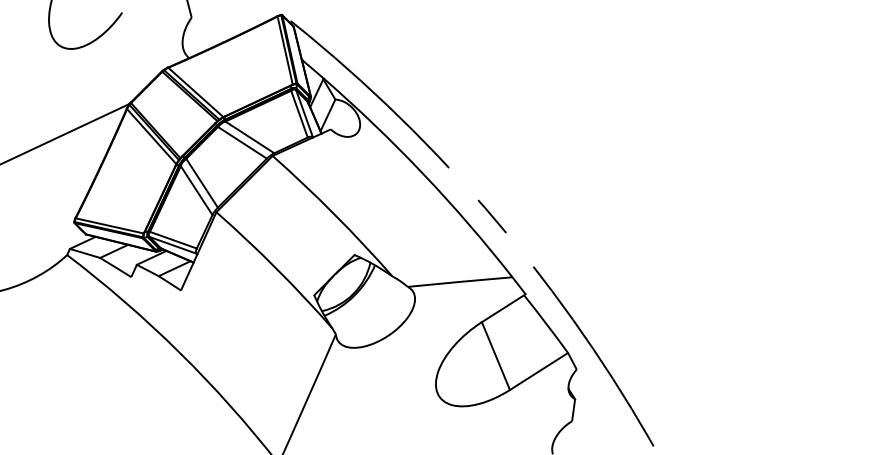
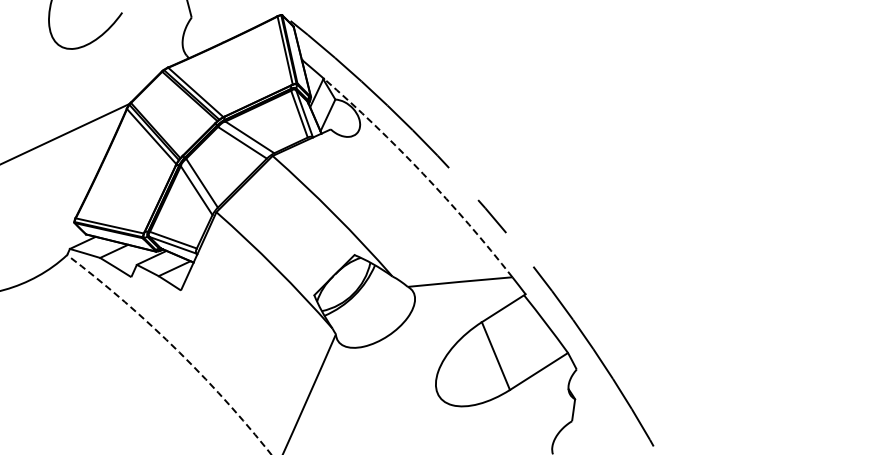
arc at (422, 173): solid -> dashed
arc at (175, 348): solid -> dashed
